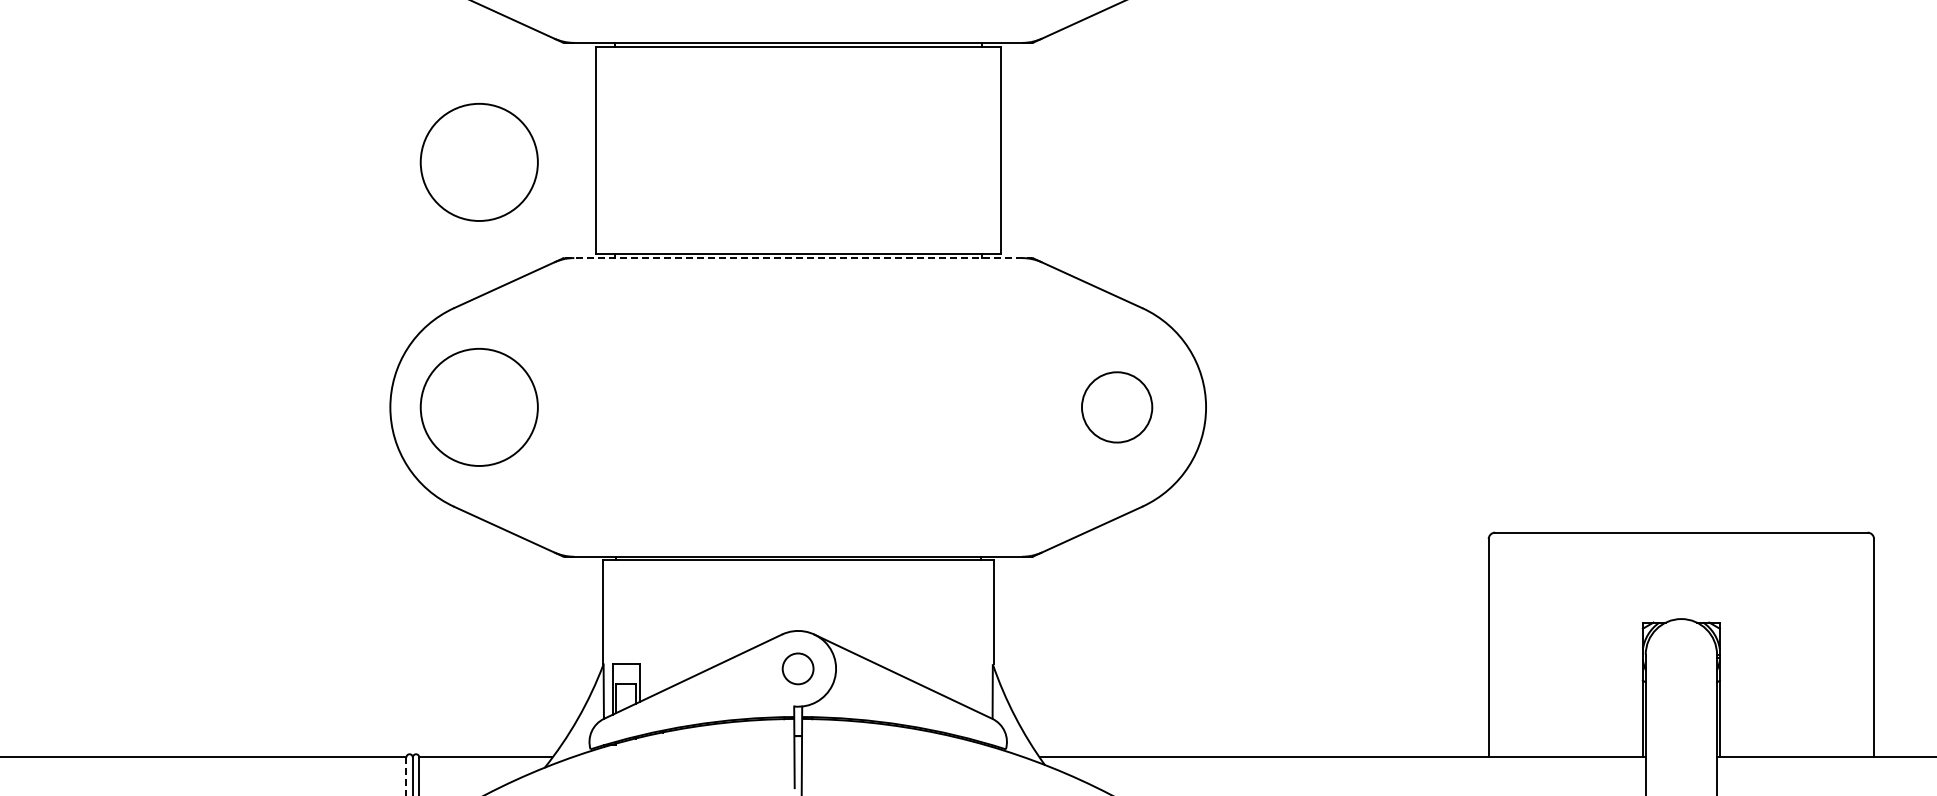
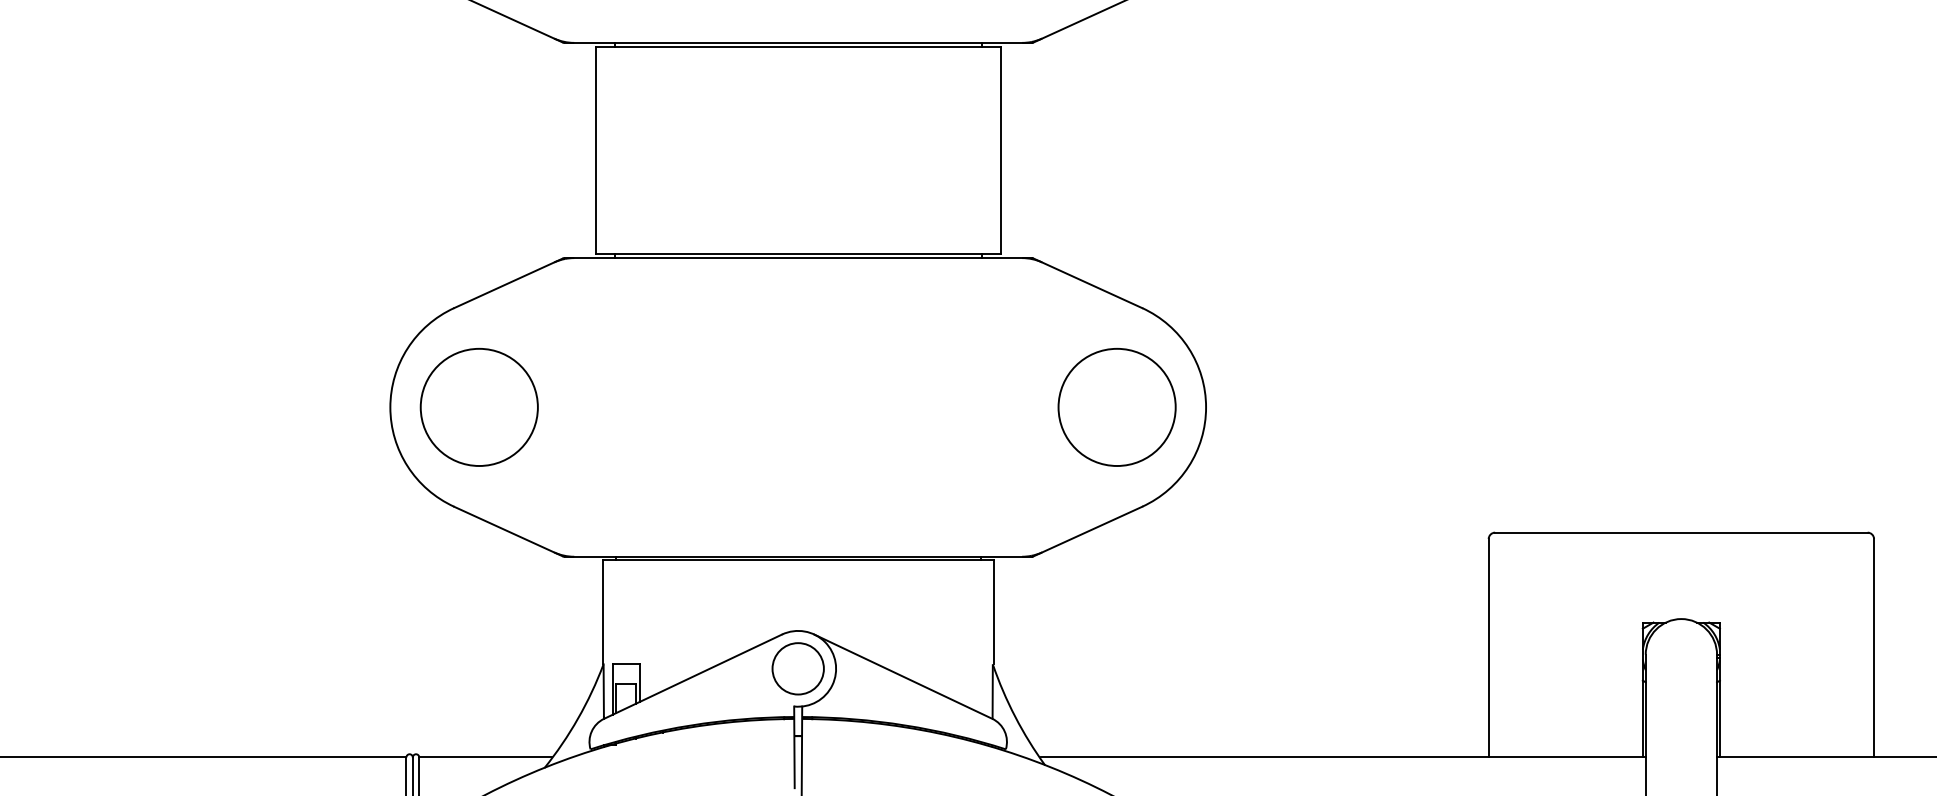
circle at (478, 162): present -> none
line at (798, 258): dashed -> solid
circle at (1116, 407) diameter: 70 px -> 117 px
circle at (797, 668) size: 34x34 px -> 54x54 px
line at (406, 776): dashed -> solid
